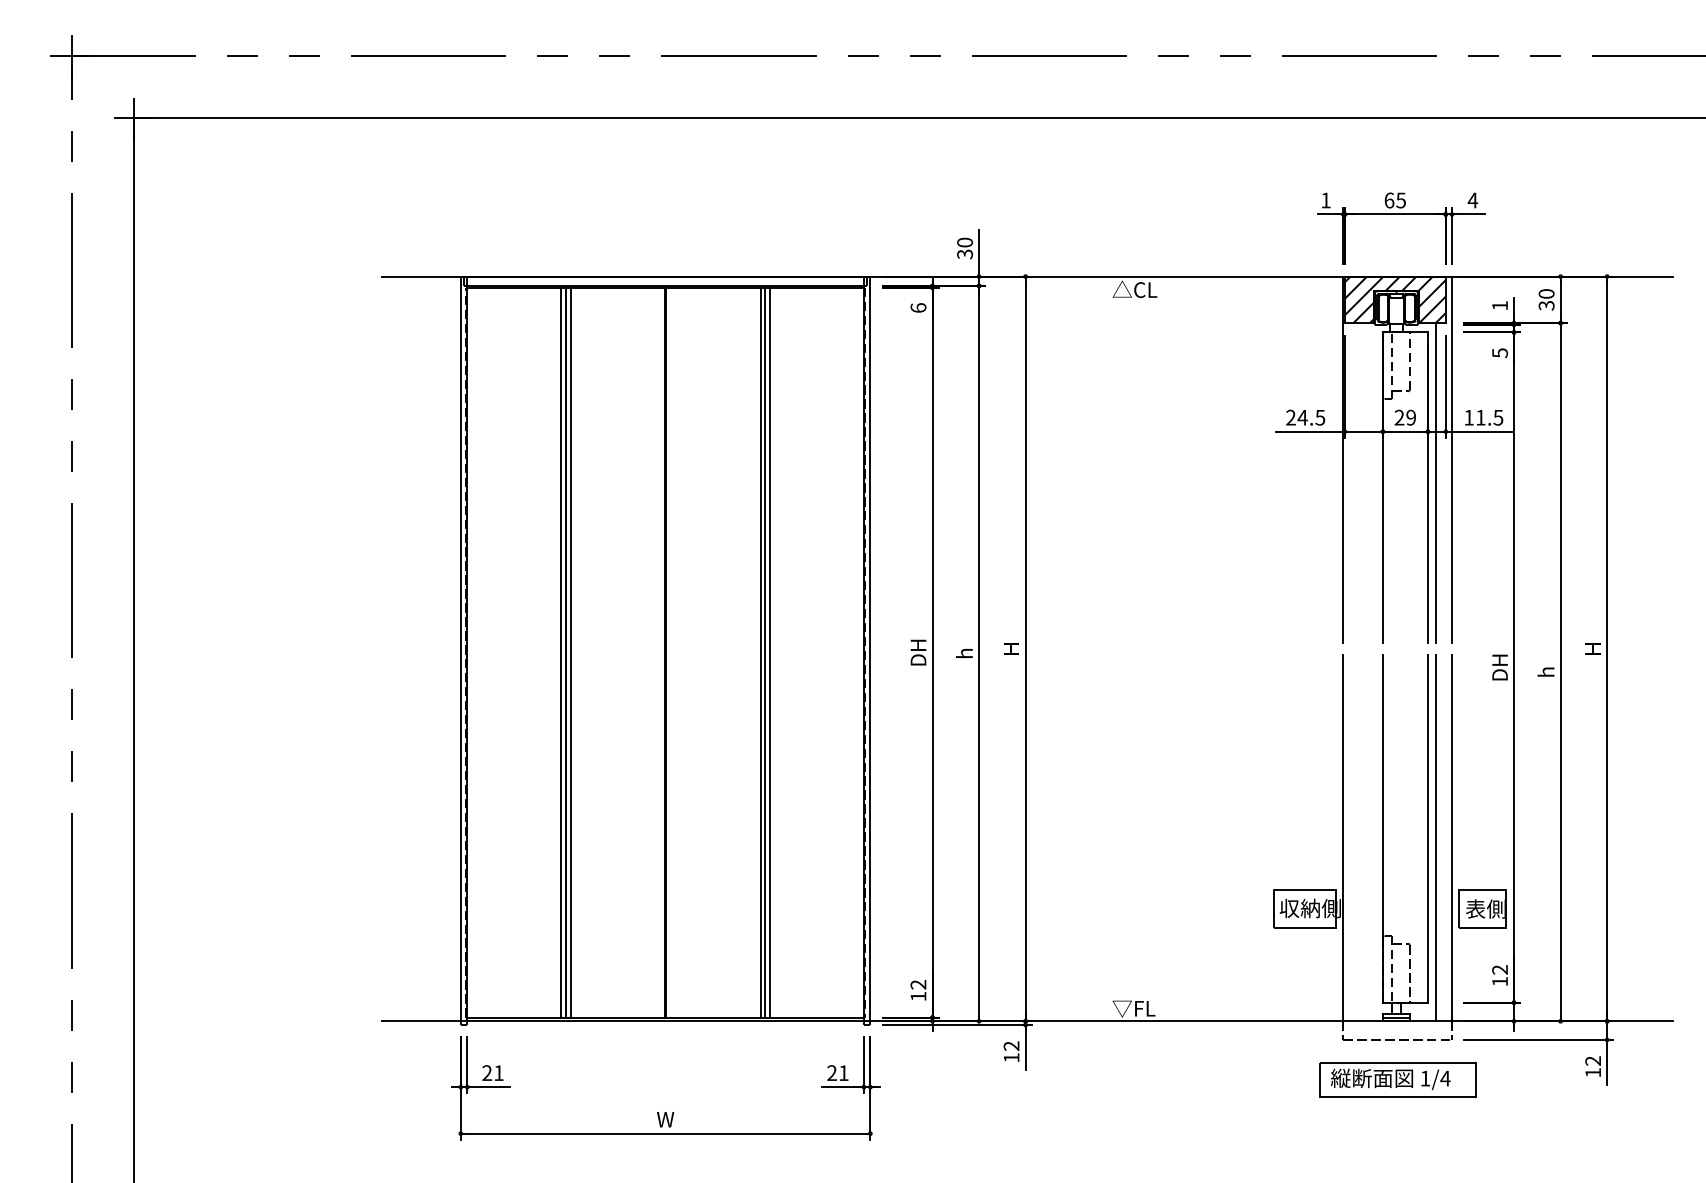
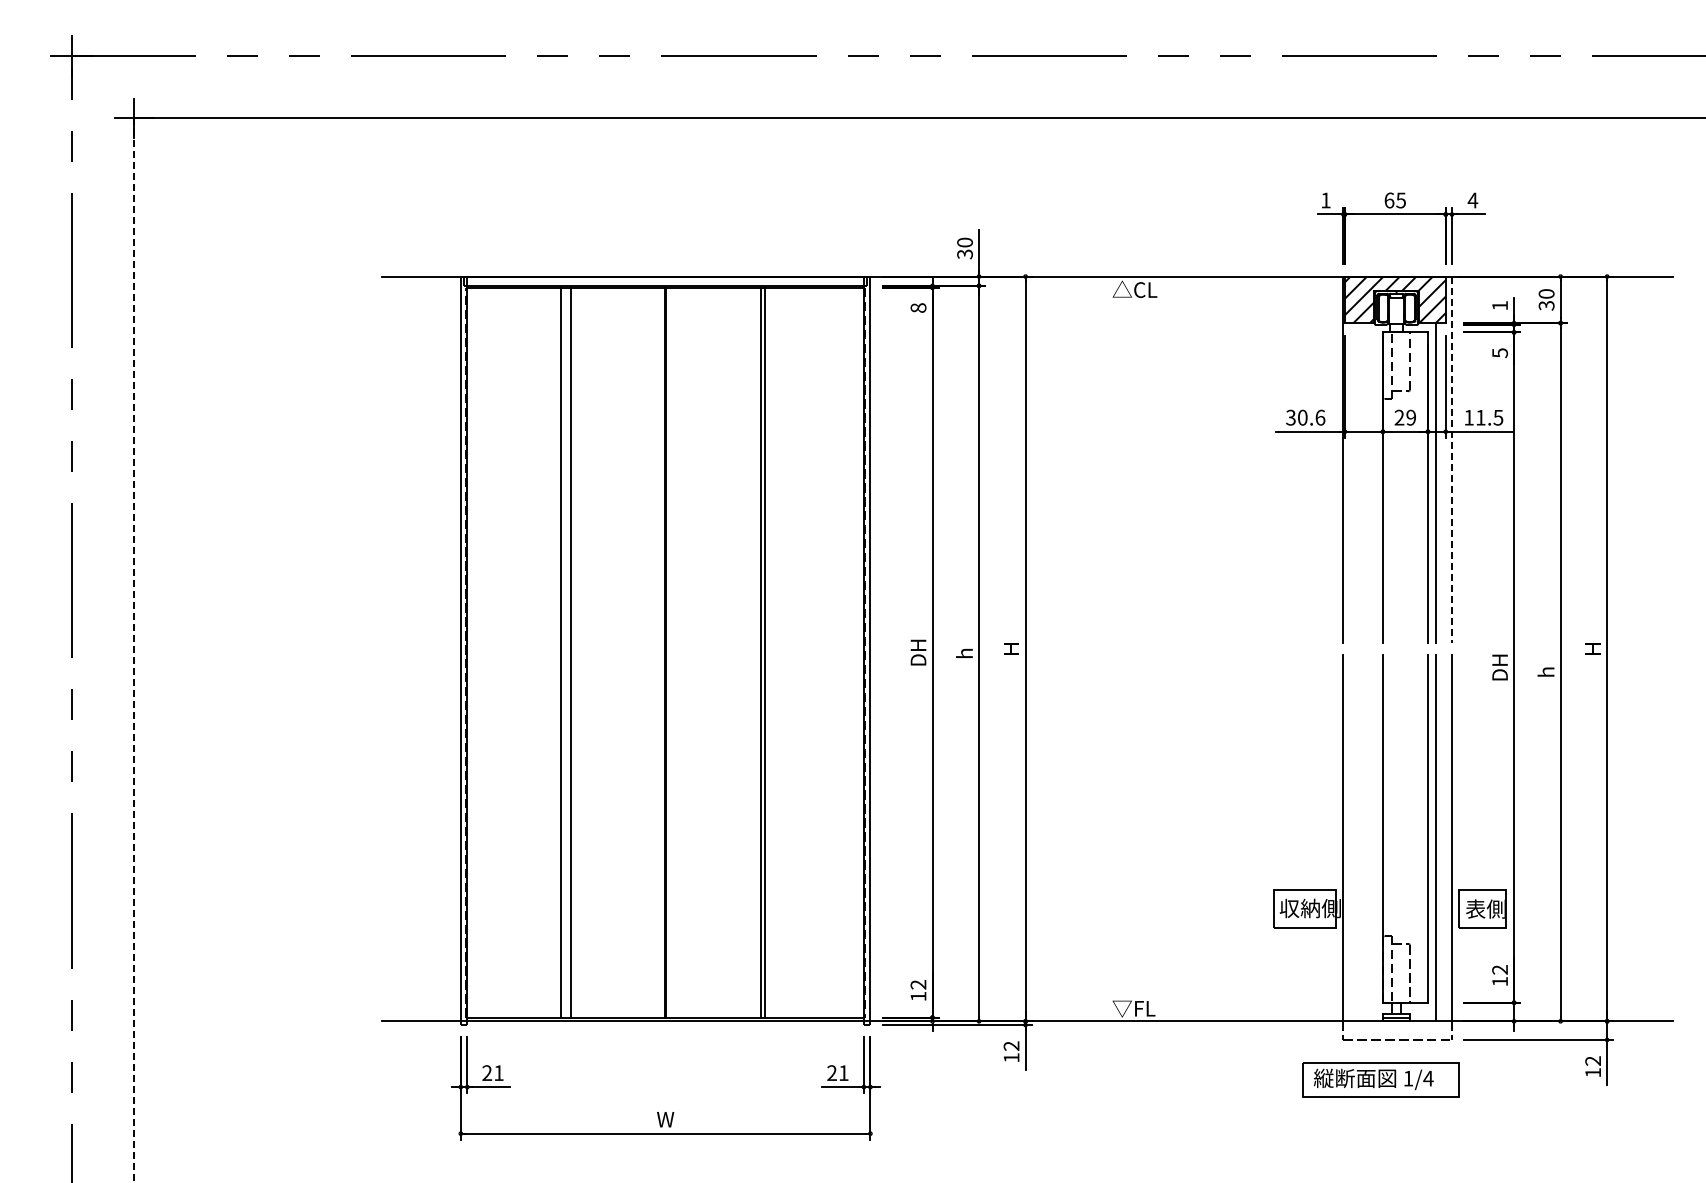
text at (918, 307): 6 -> 8
text at (1305, 417): 24.5 -> 30.6
line at (1452, 460): solid -> dashed
line at (133, 651): solid -> dashed
line at (565, 652): present -> none
line at (770, 652): present -> none
part at (1397, 1079) position: (1397, 1079) -> (1380, 1079)
